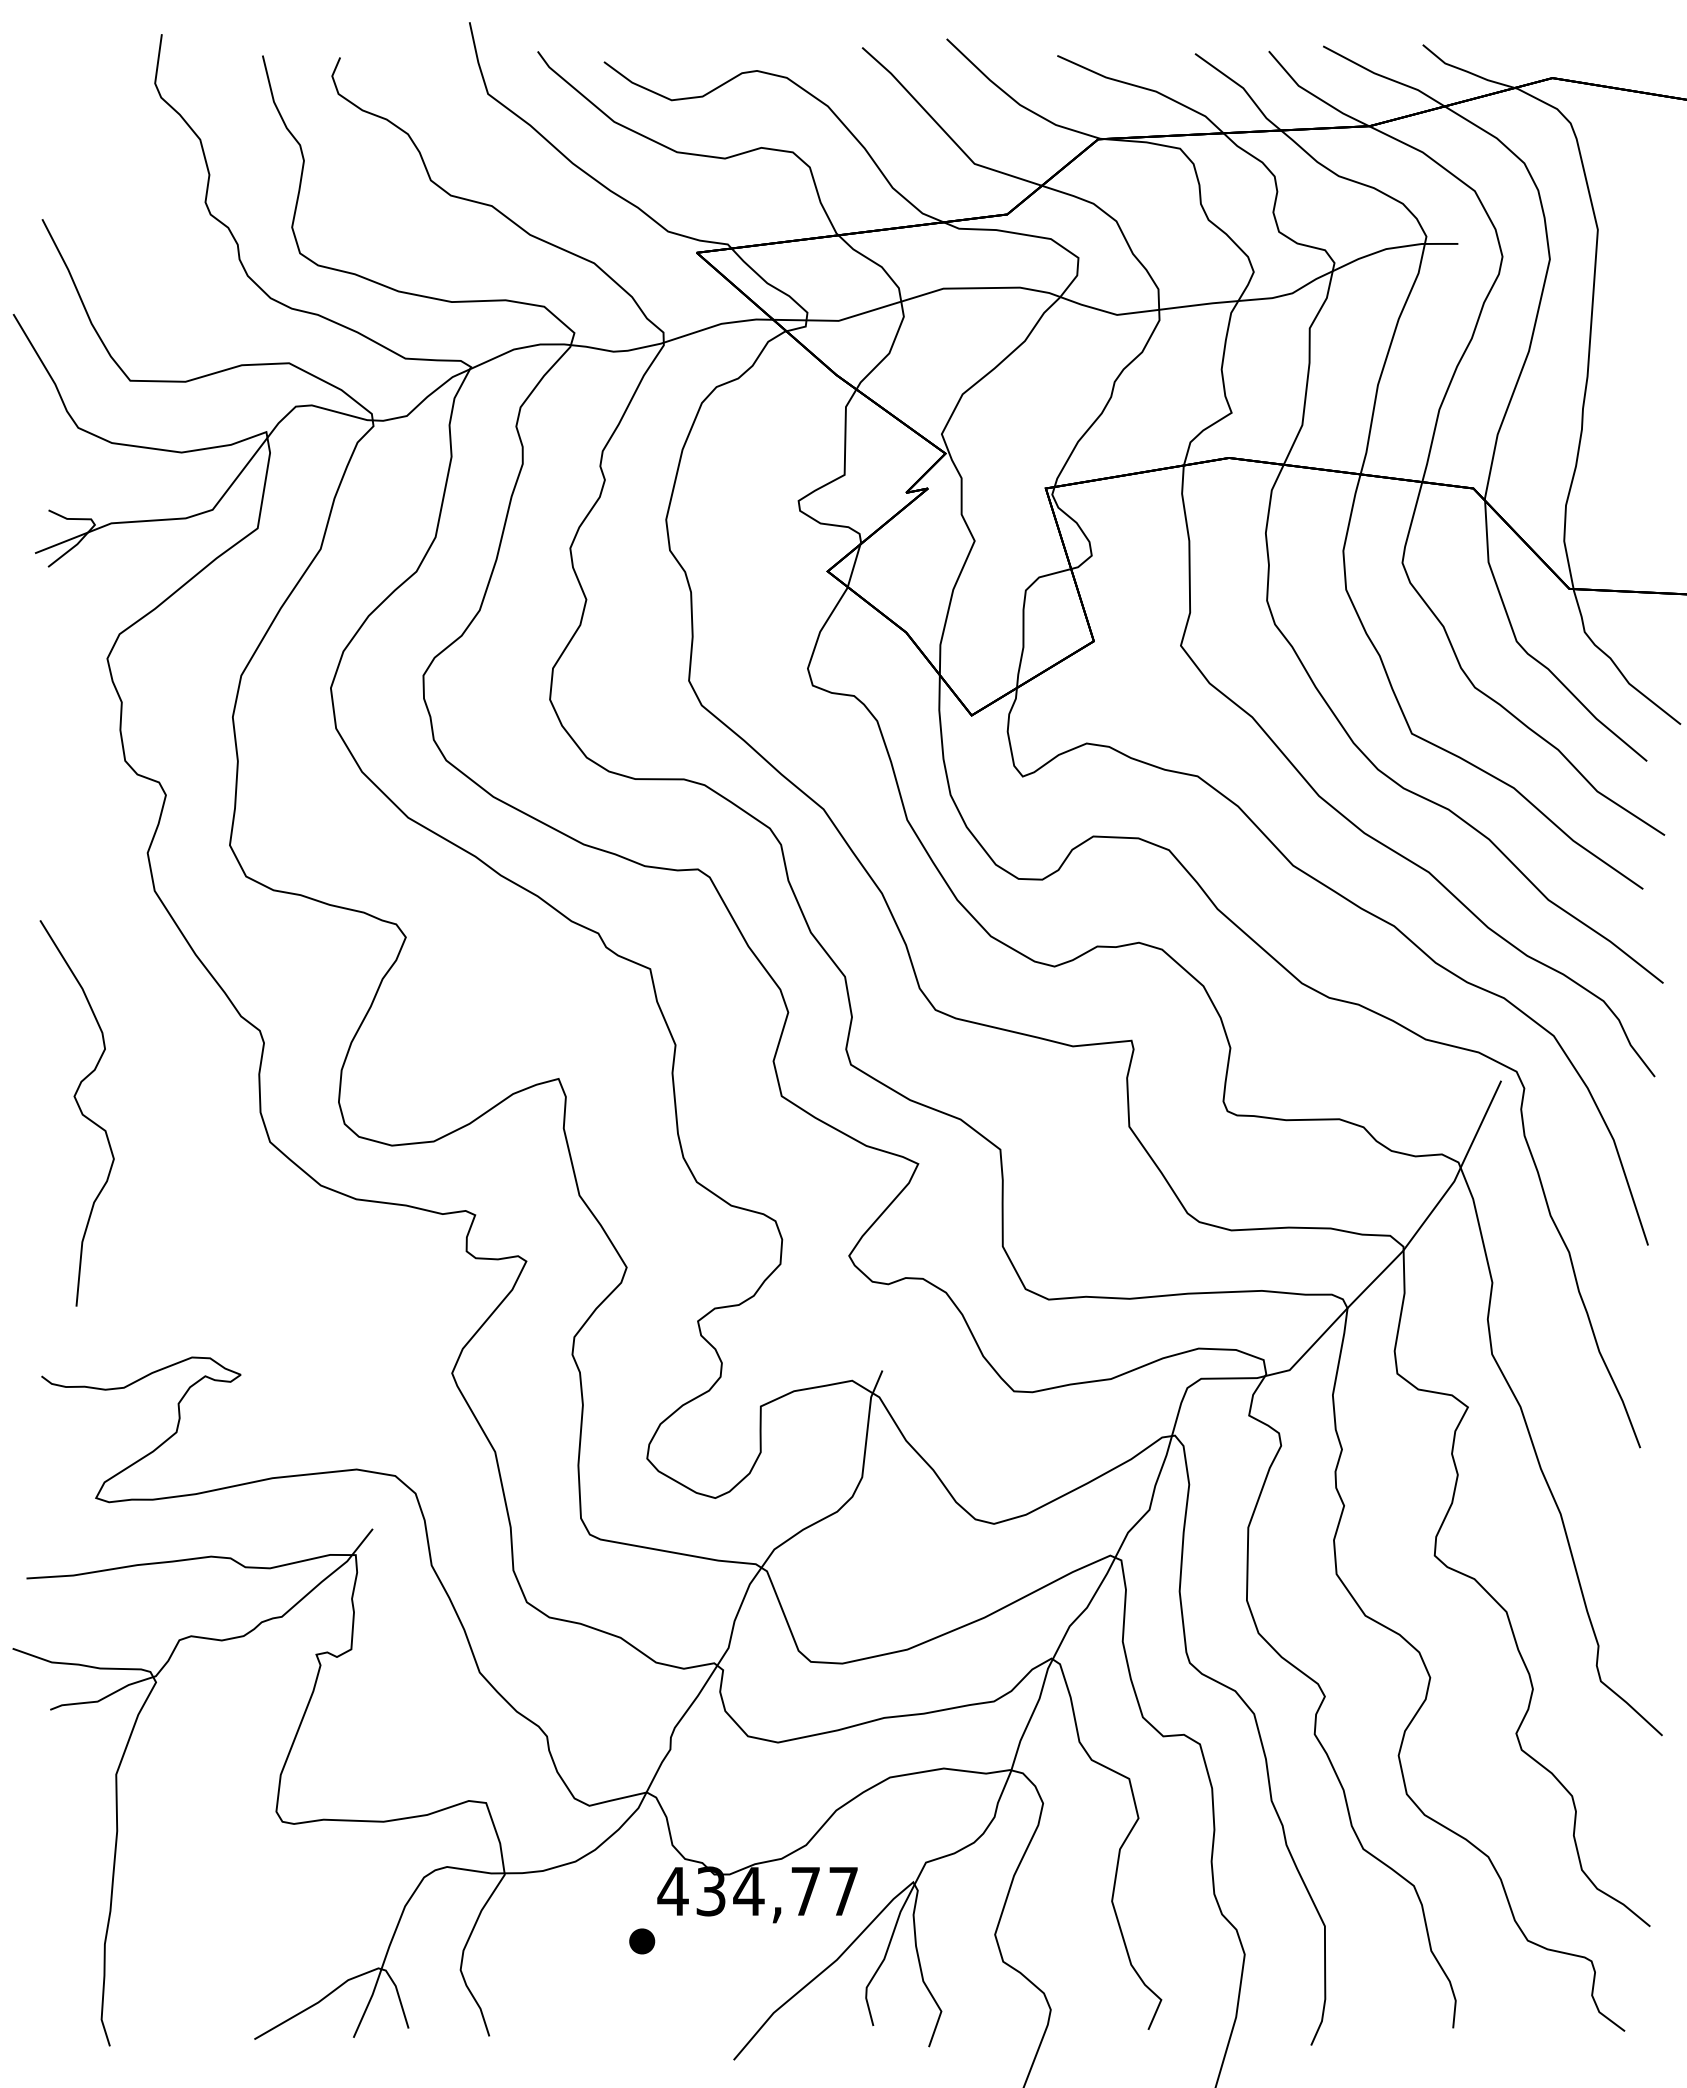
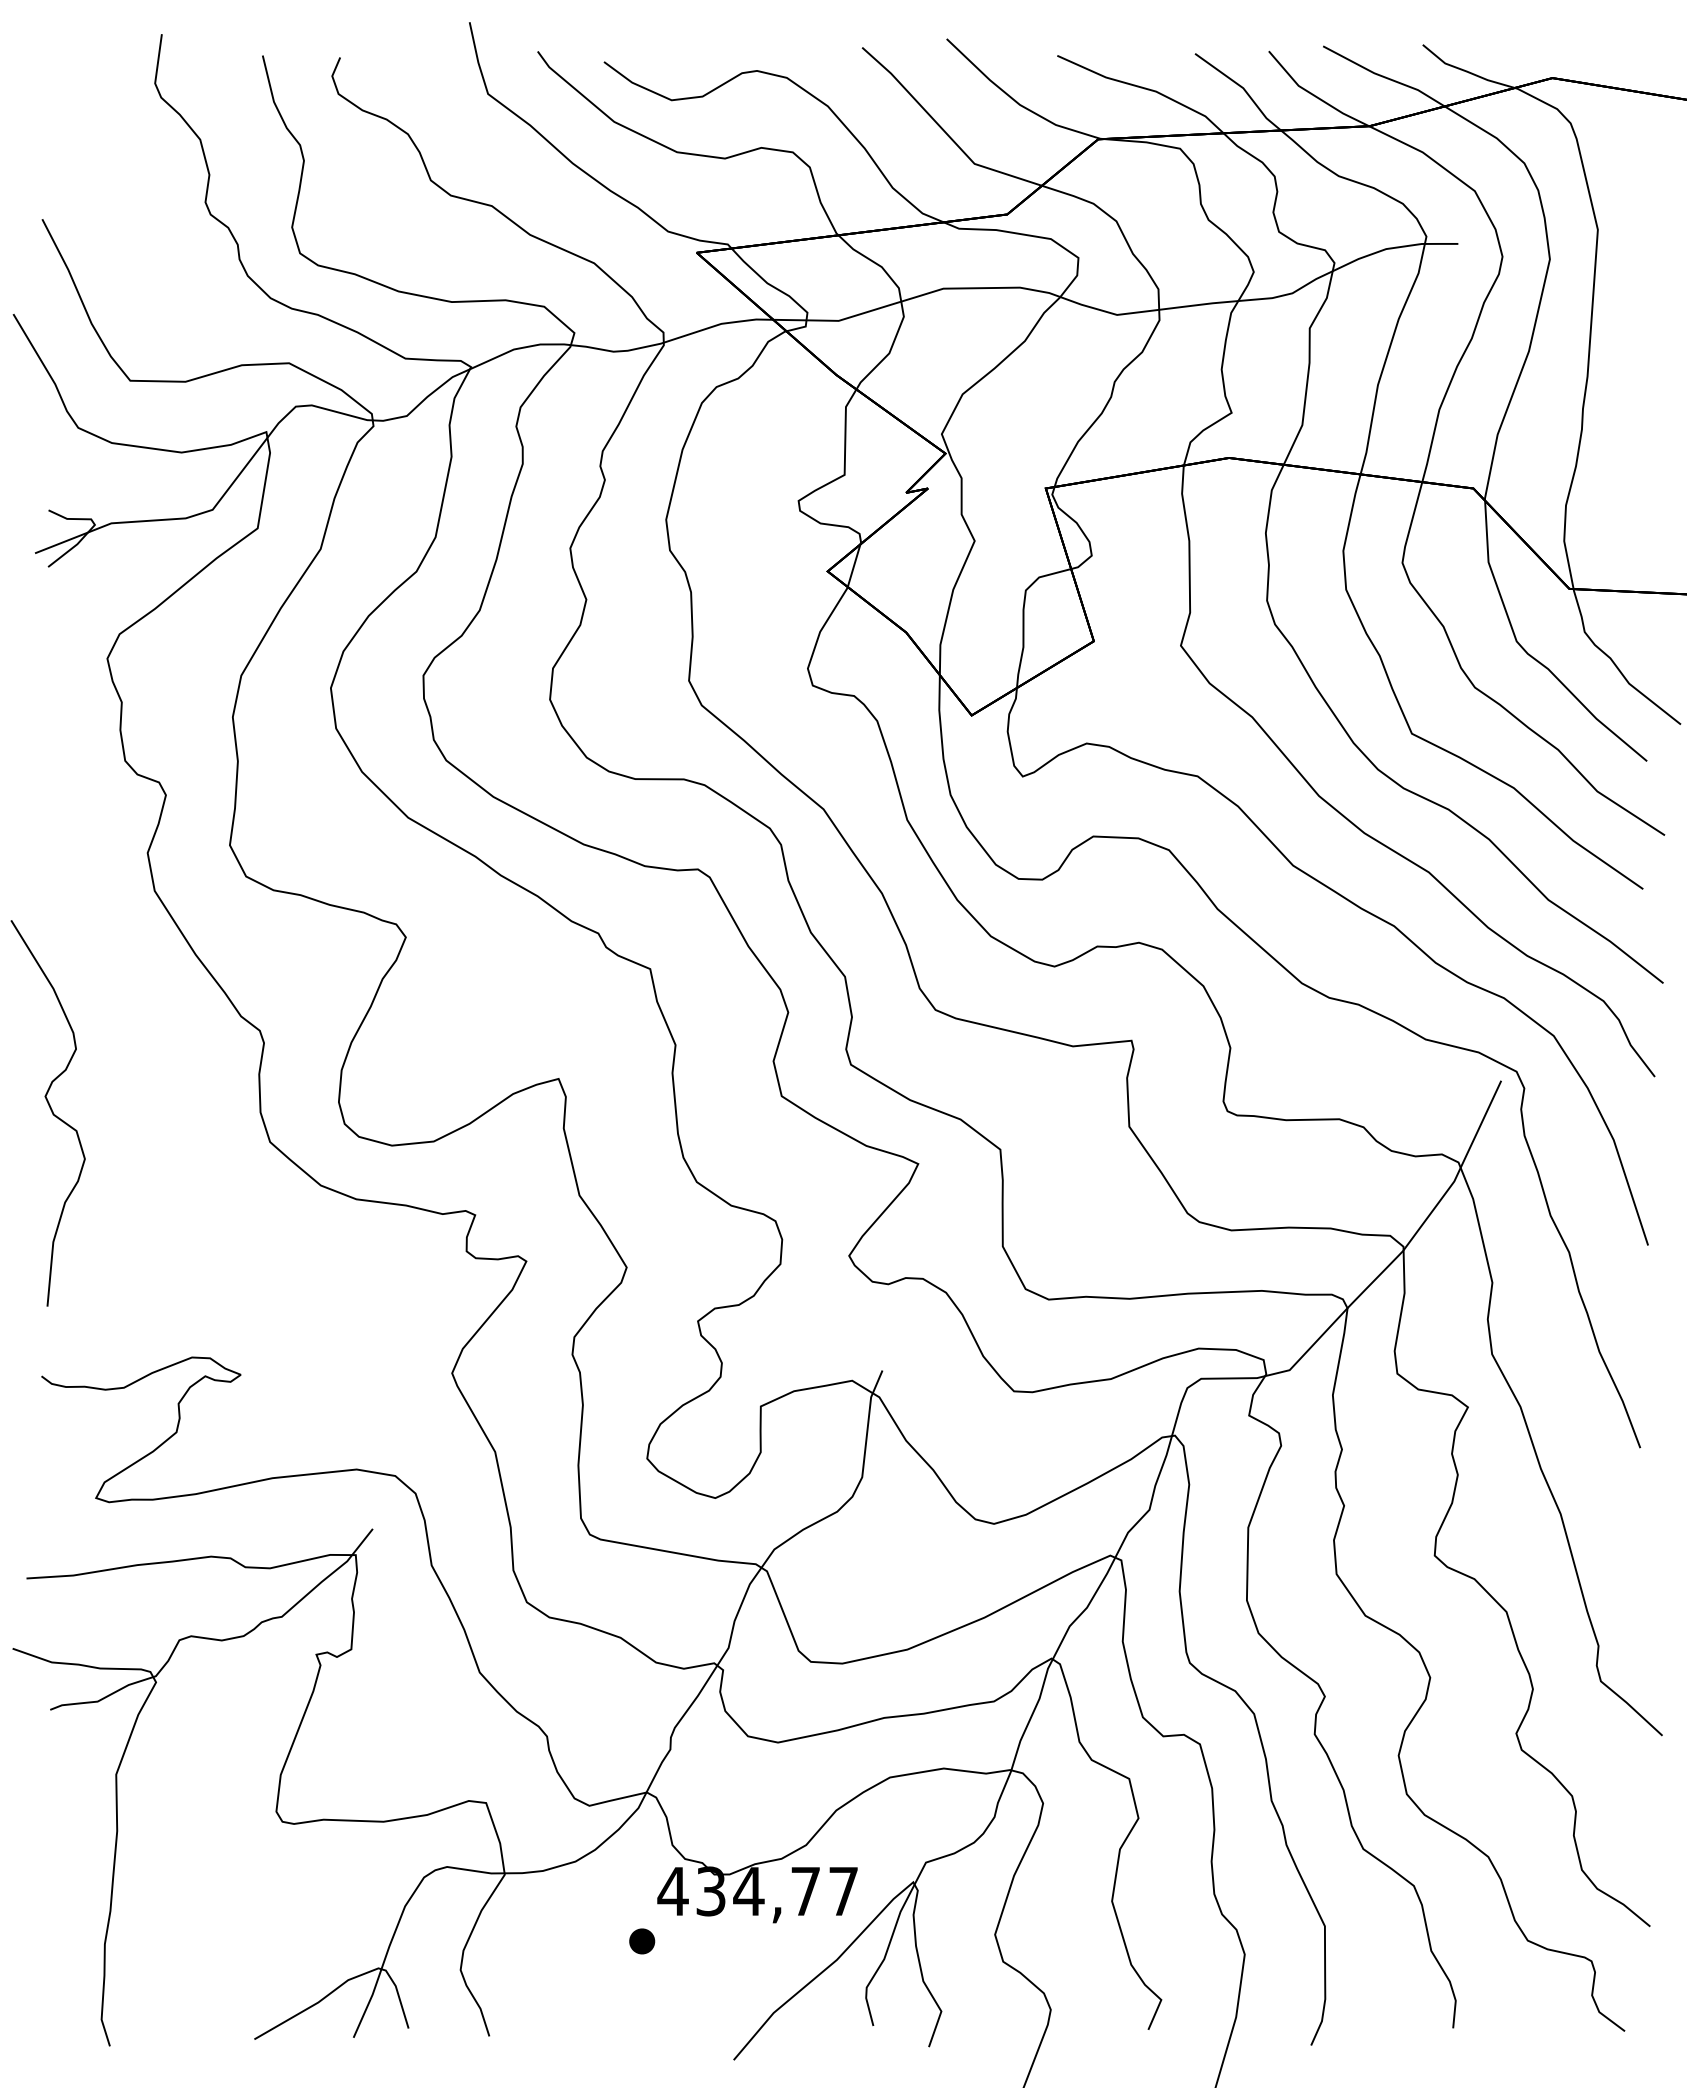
curve at (80, 1112) position: (80, 1112) -> (51, 1112)
